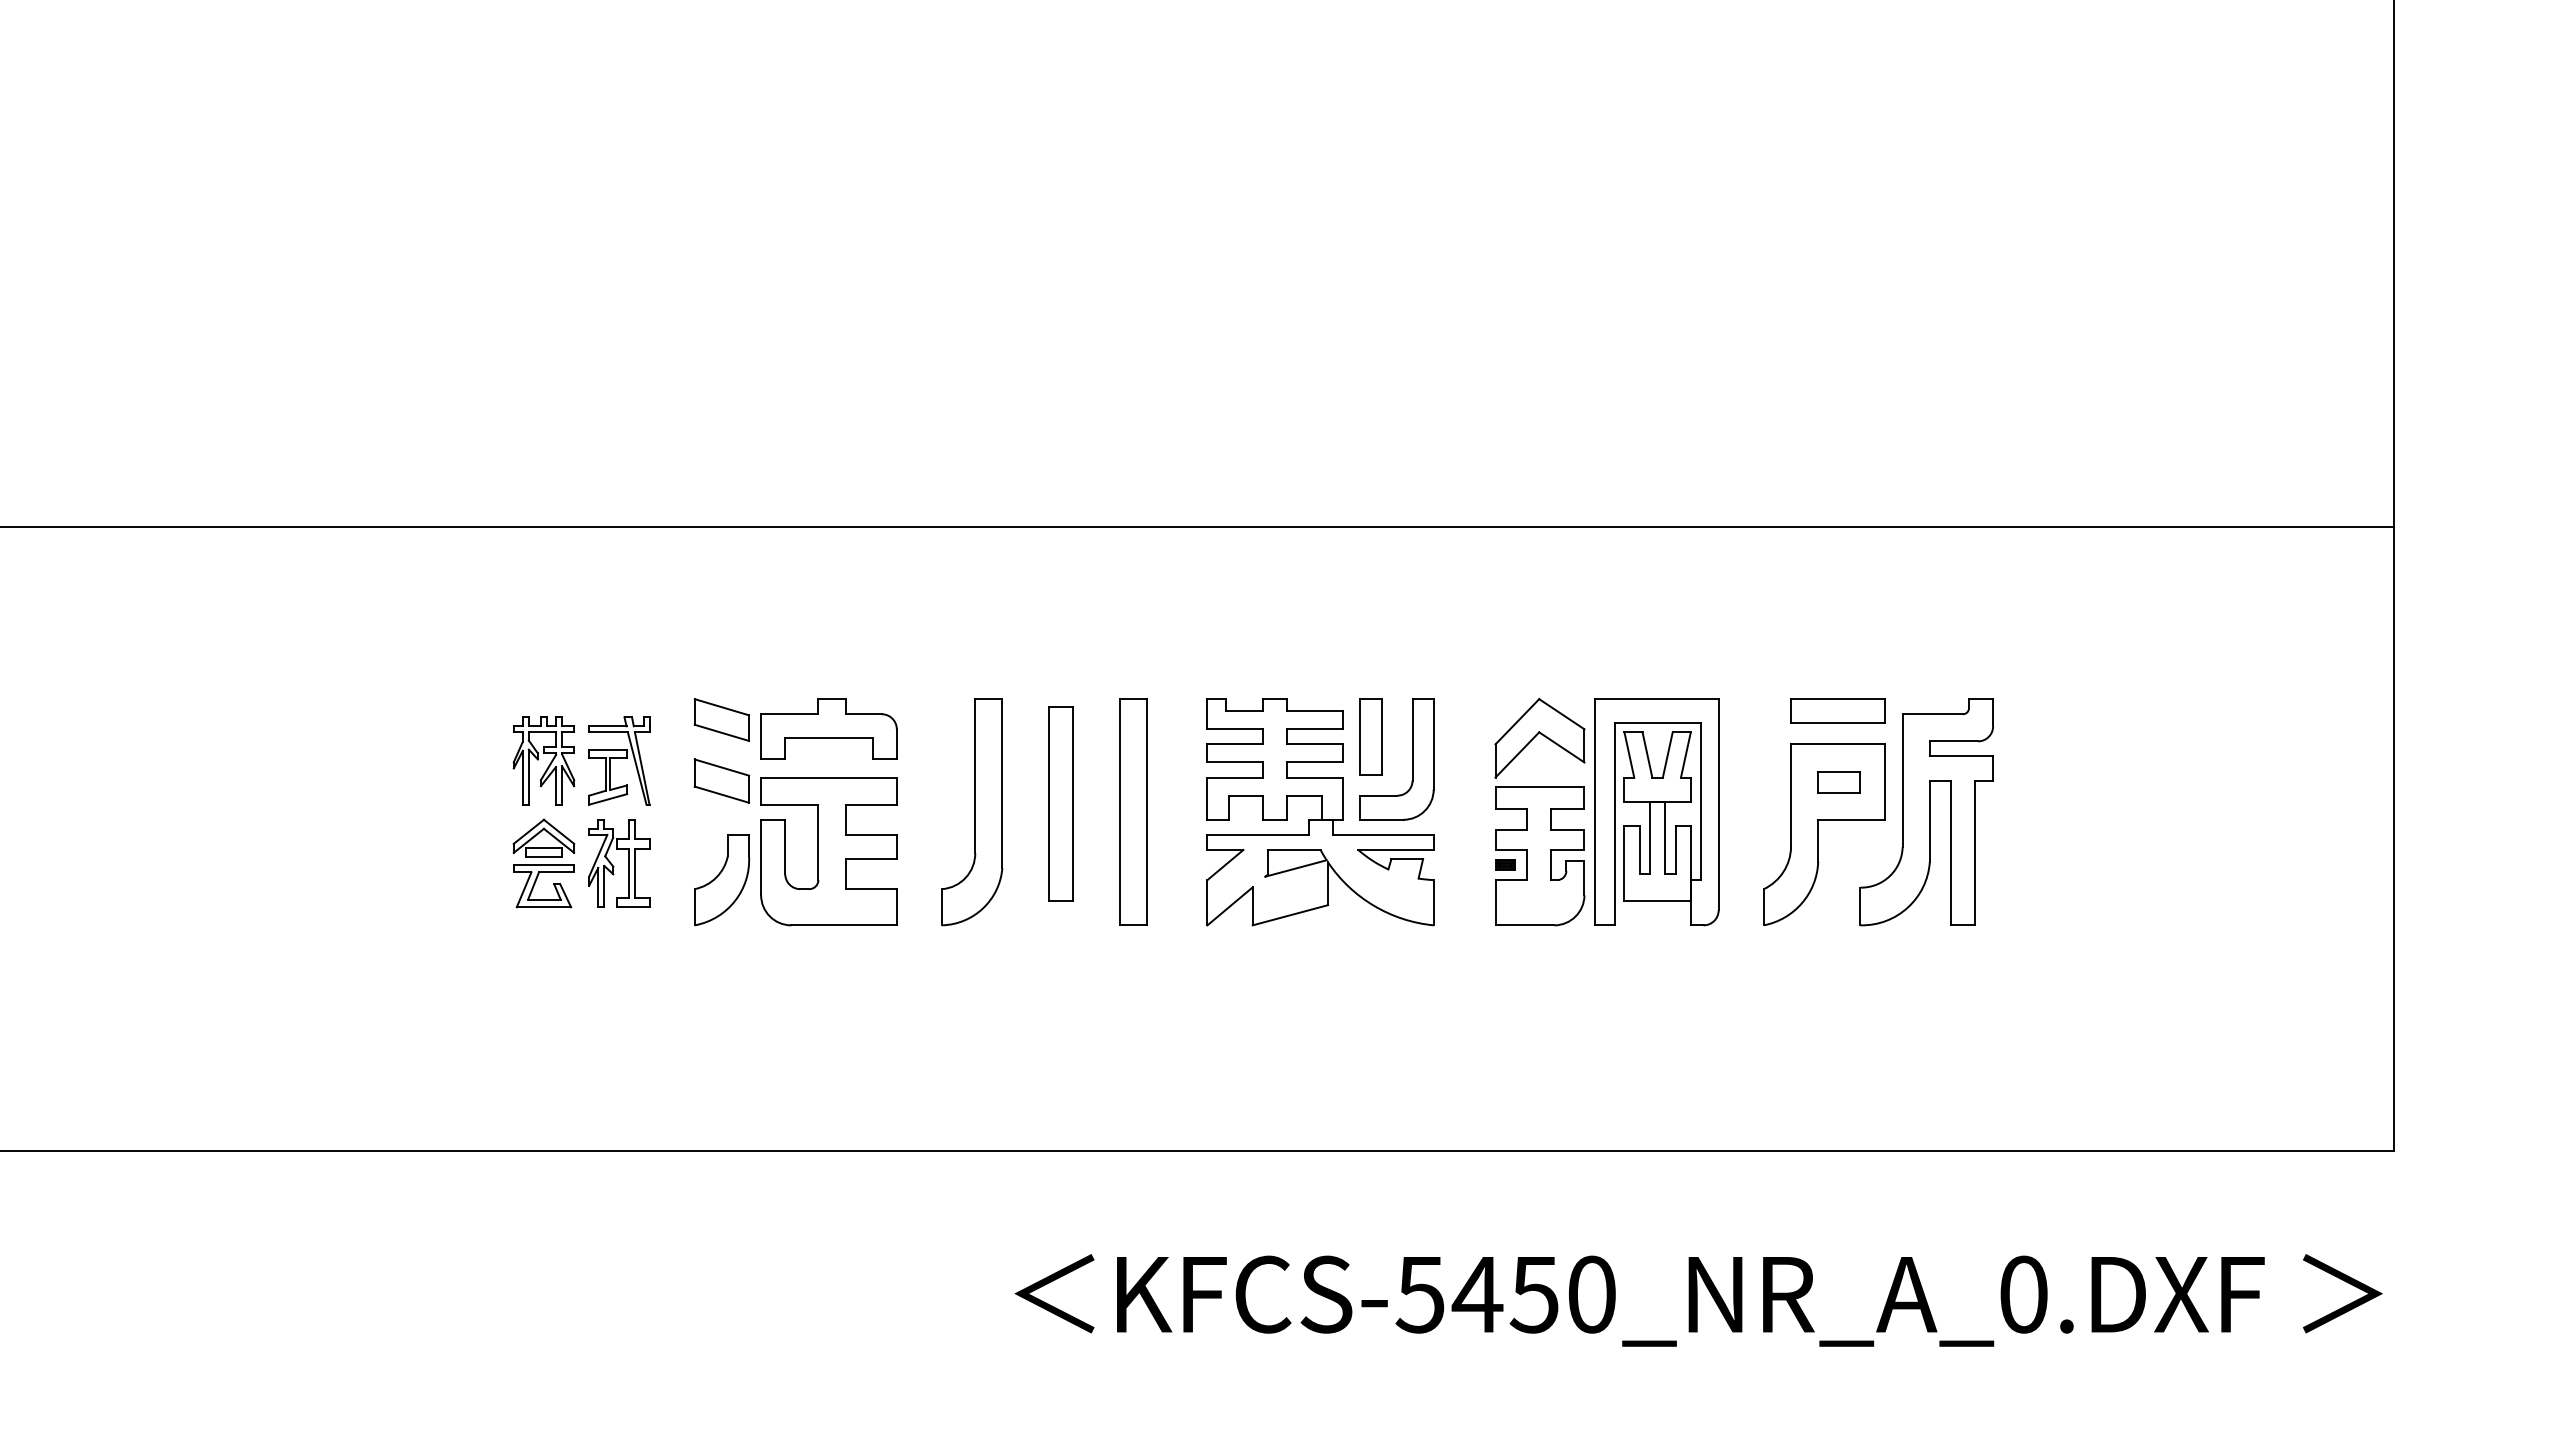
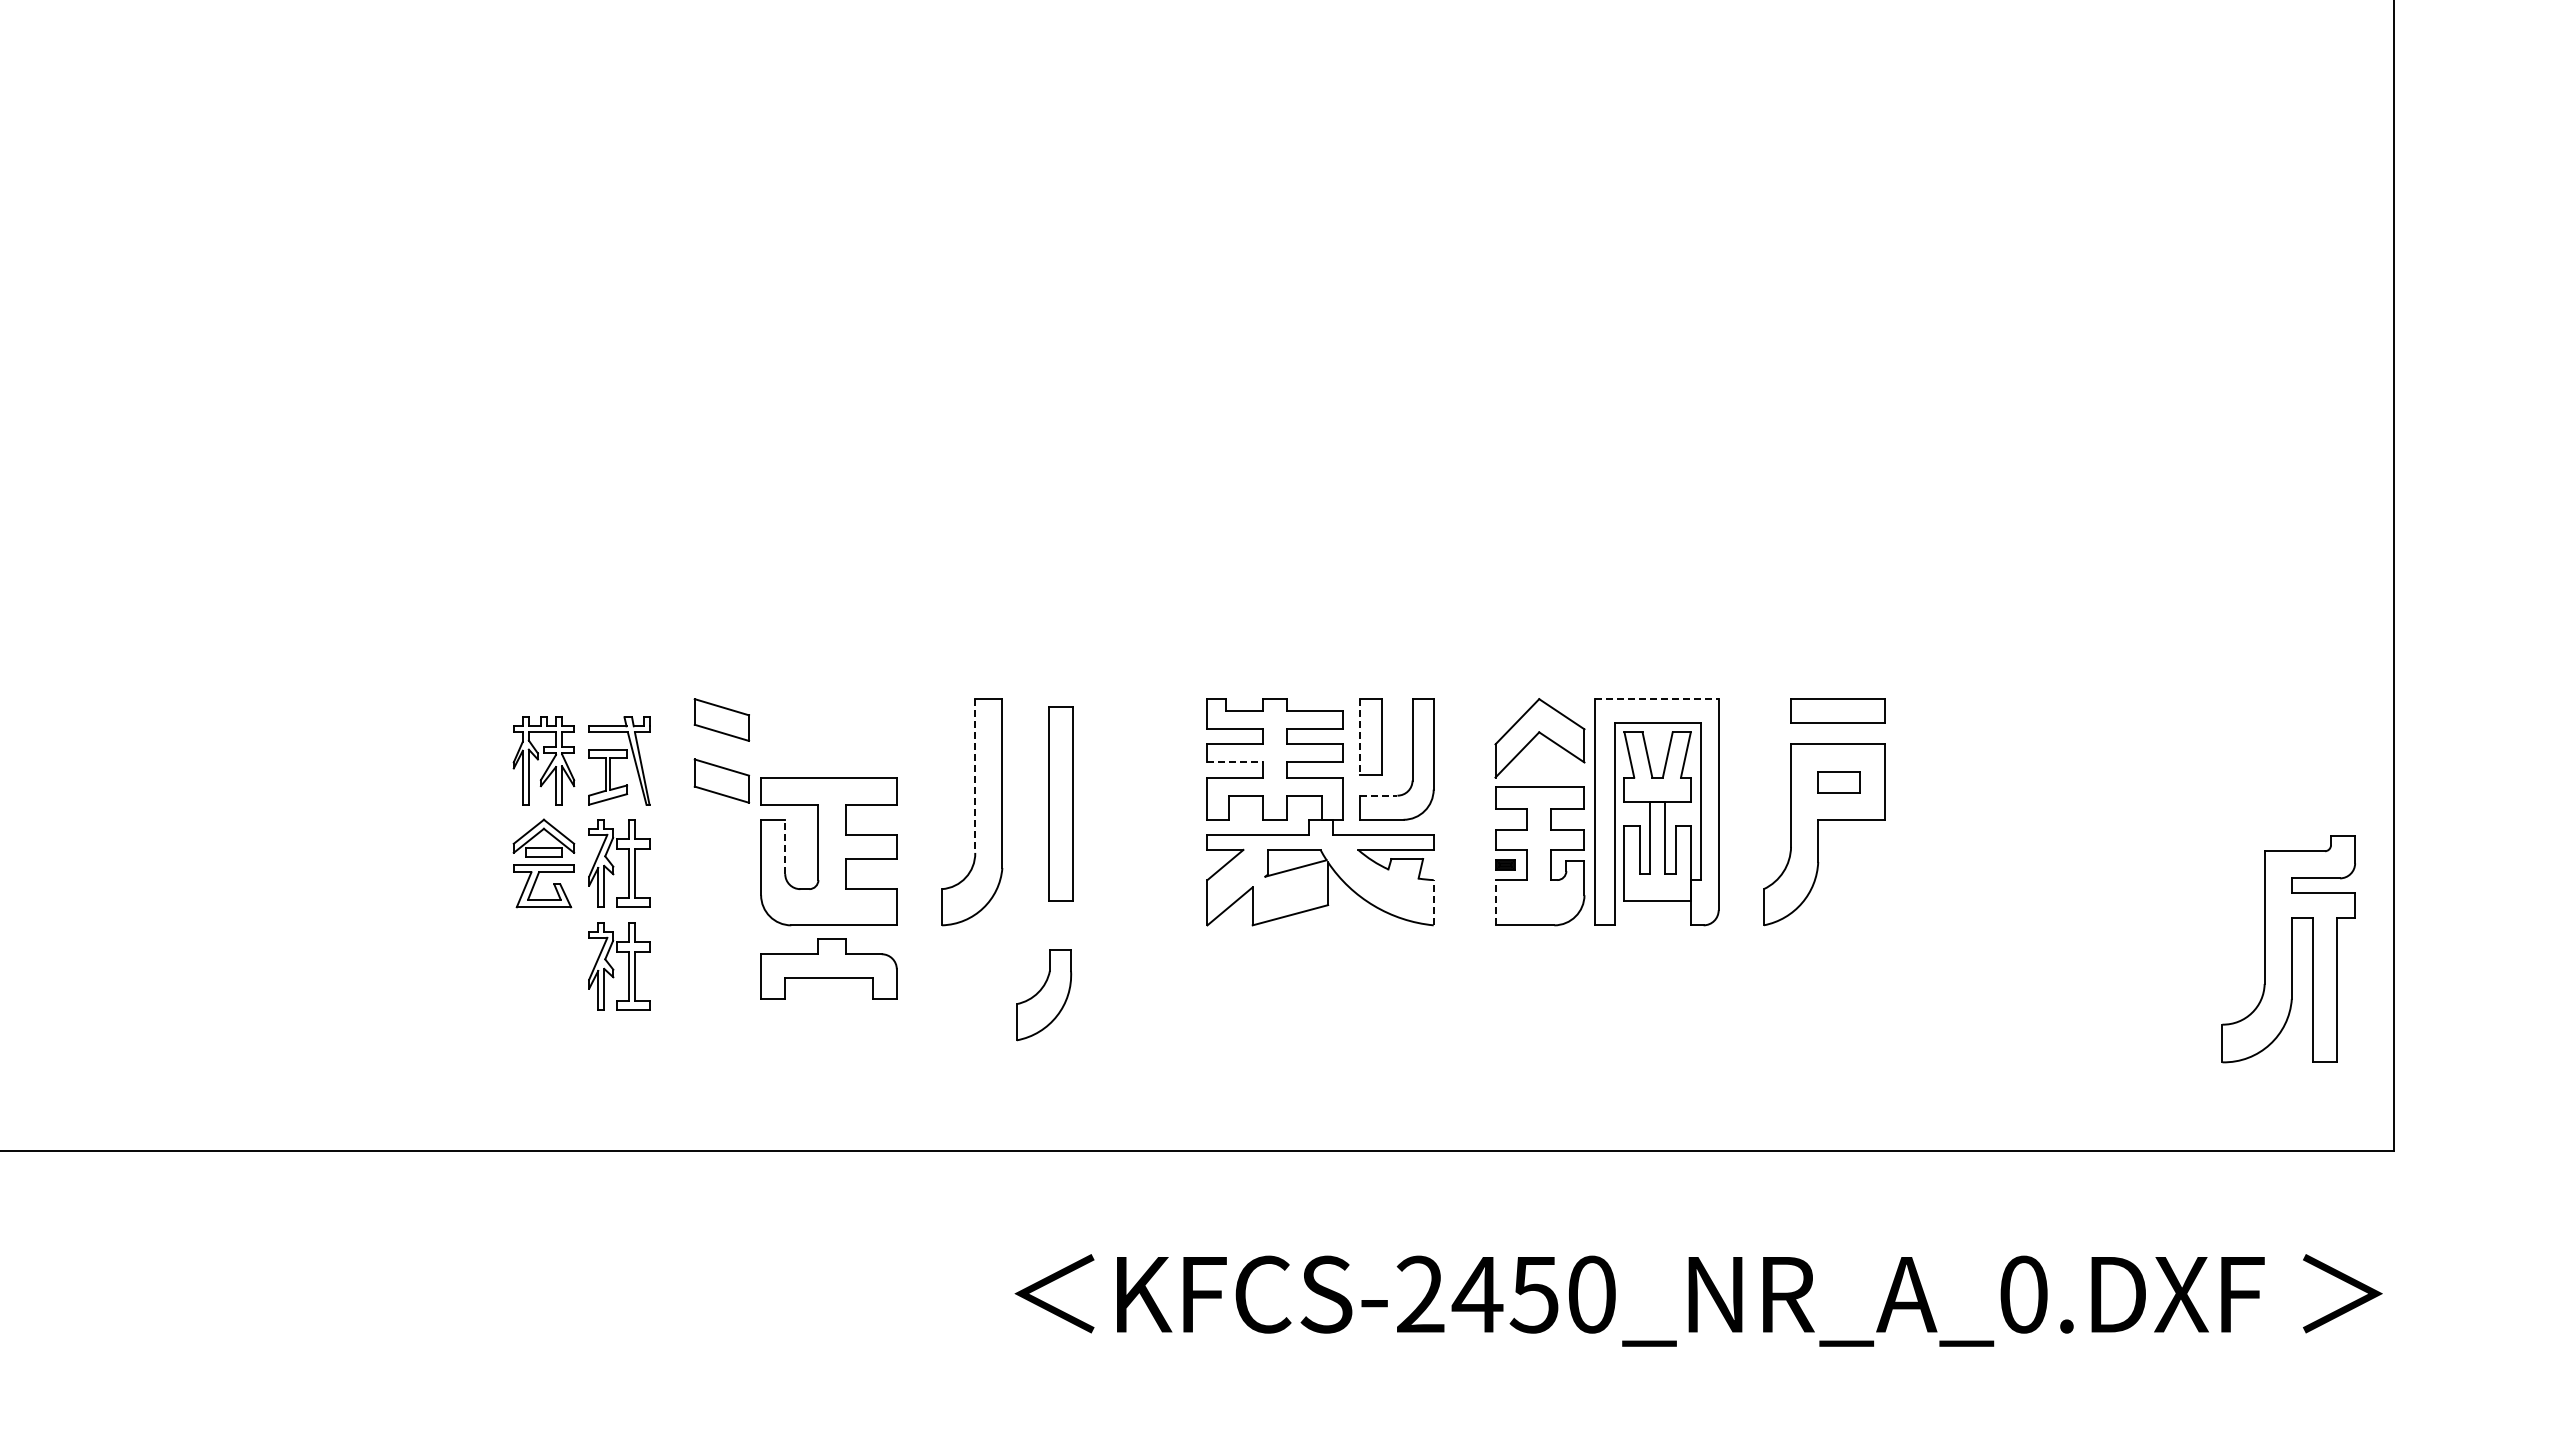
line at (1197, 527): present -> none
line at (1656, 699): solid -> dashed
part at (828, 728) position: (828, 728) -> (828, 968)
line at (1359, 736): solid -> dashed
line at (1235, 762): solid -> dashed
line at (975, 776): solid -> dashed
line at (1378, 795): solid -> dashed
part at (1133, 811): present -> none
part at (1926, 812) position: (1926, 812) -> (2288, 949)
line at (785, 846): solid -> dashed
part at (722, 880) position: (722, 880) -> (1044, 995)
line at (1433, 902): solid -> dashed
line at (1495, 902): solid -> dashed
part at (619, 966): none -> present
text at (1419, 1294): KFCS-5450_NR_A_0.DXF -> KFCS-2450_NR_A_0.DXF
